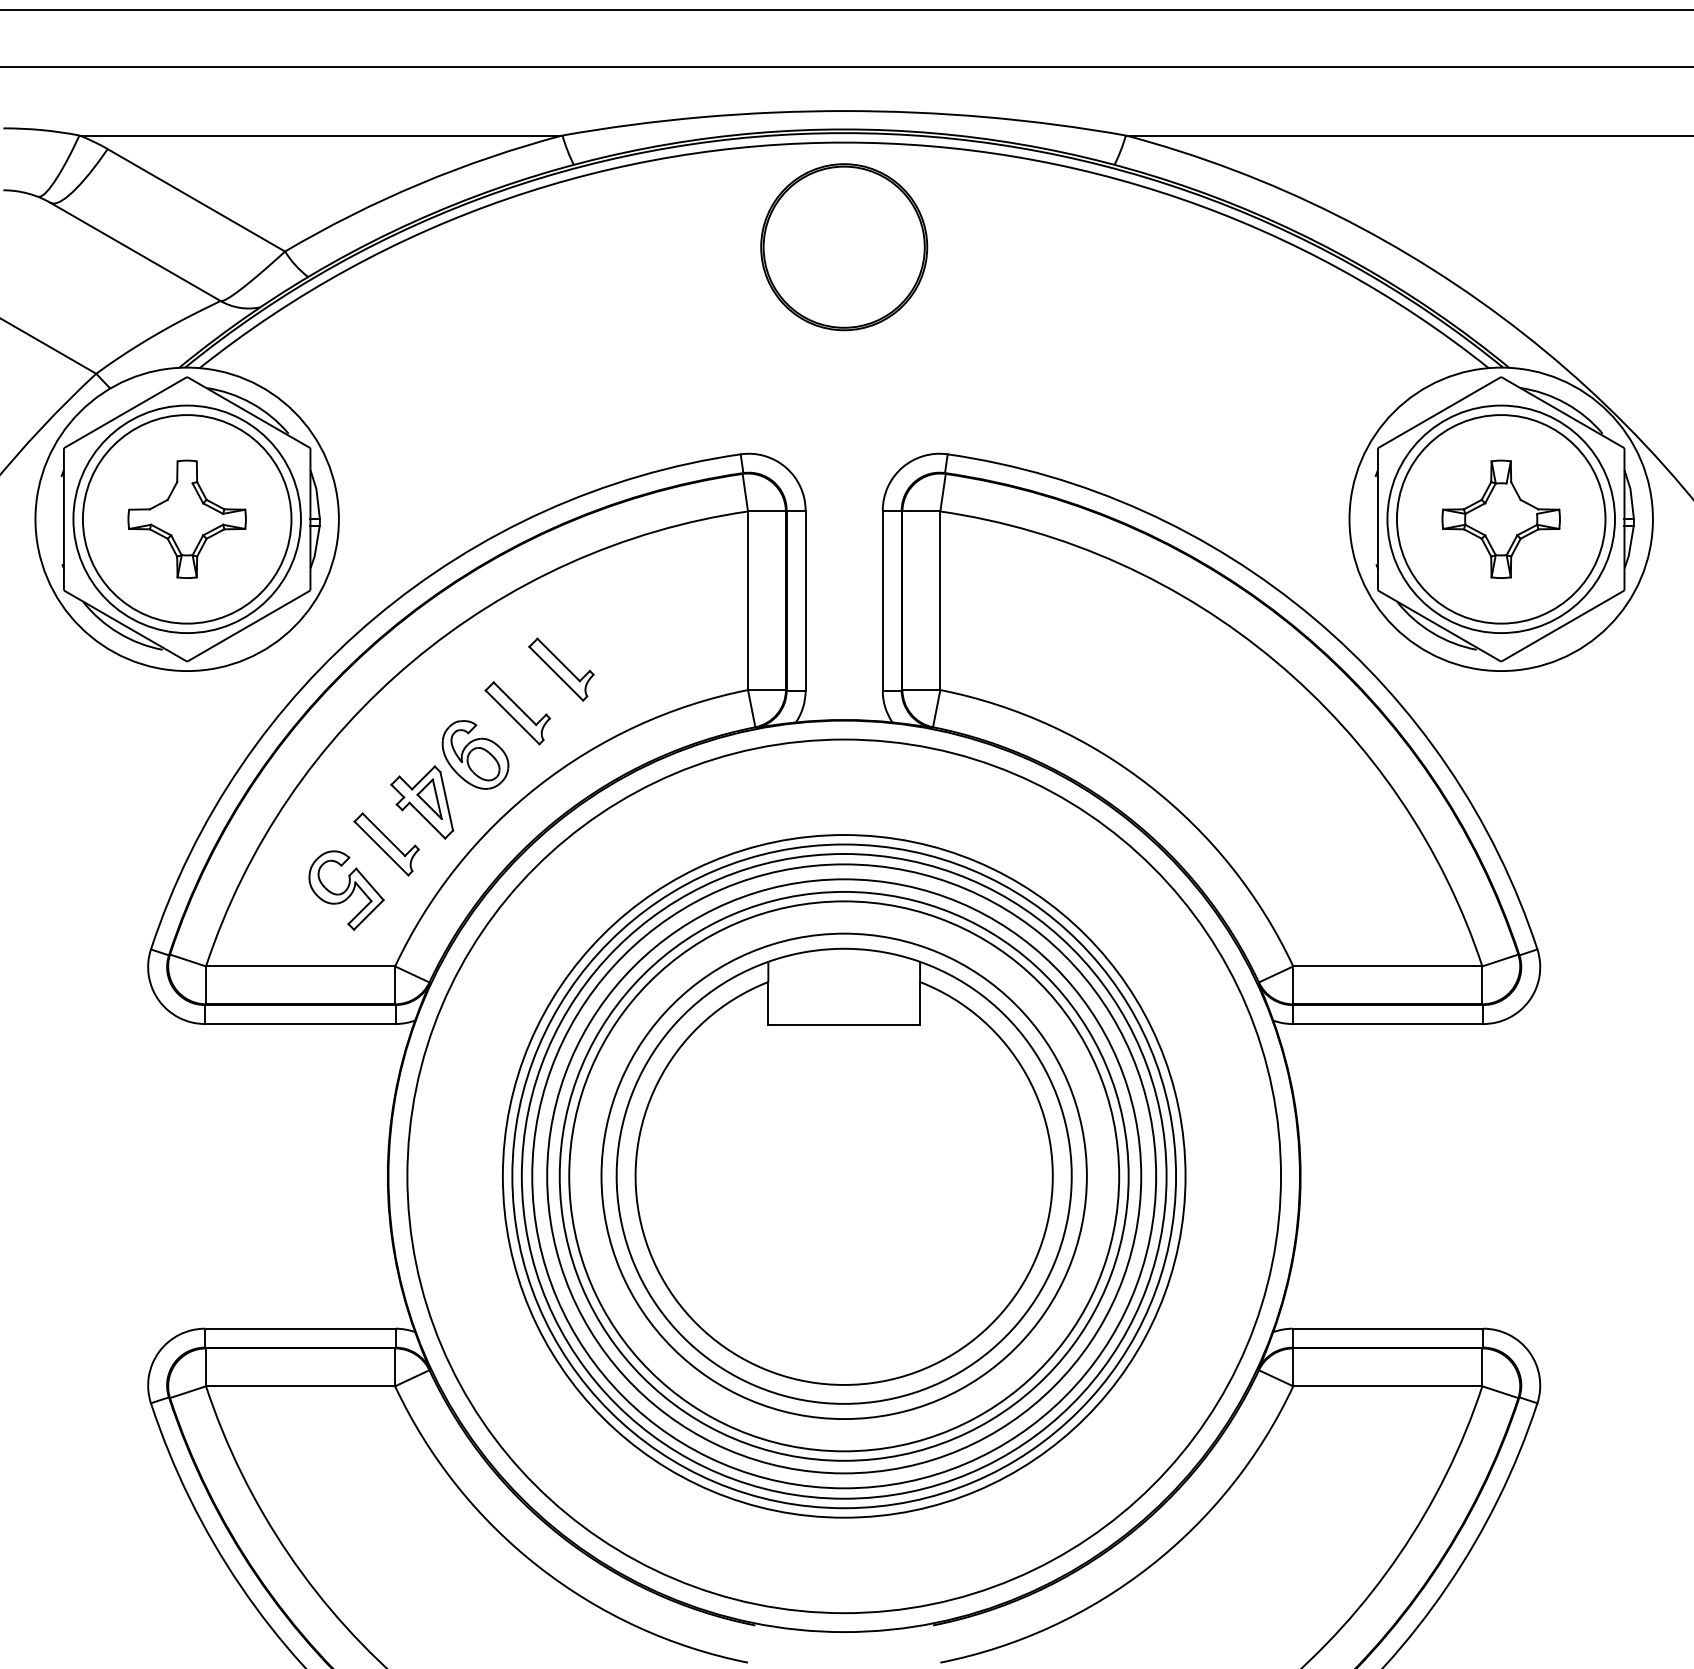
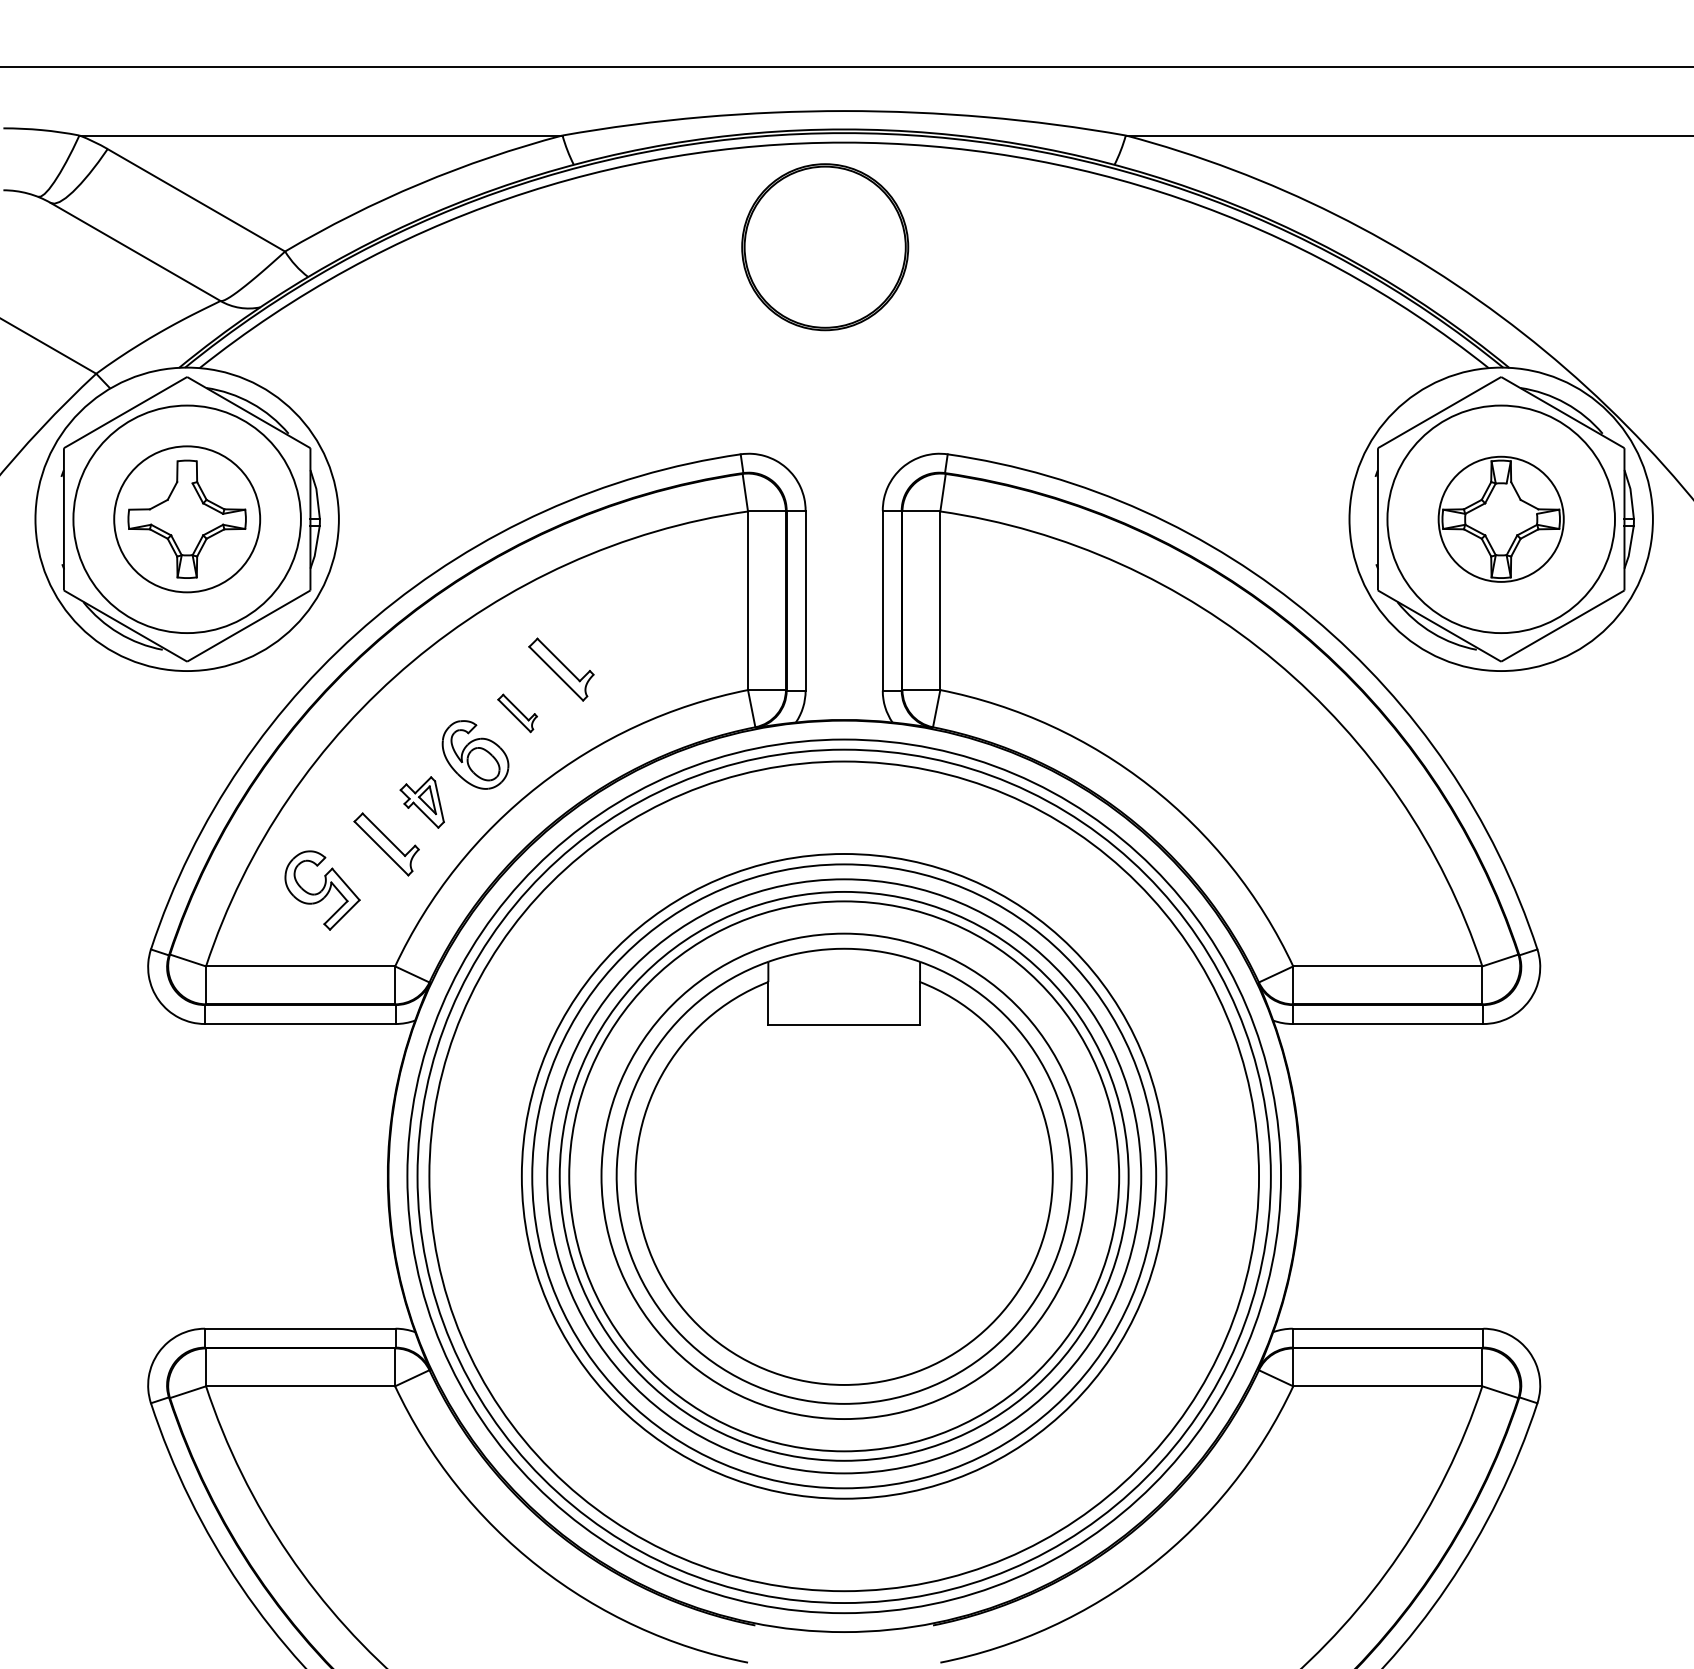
line at (846, 10): present -> none
part at (844, 247) position: (844, 247) -> (825, 247)
circle at (186, 519) diameter: 209 px -> 146 px
circle at (1500, 519) diameter: 209 px -> 125 px
part at (517, 713) size: 67x65 px -> 41x41 px
part at (422, 802) size: 65x75 px -> 46x53 px
part at (346, 890) position: (346, 890) -> (322, 890)
circle at (843, 1176) diameter: 683 px -> 853 px
circle at (844, 1176) diameter: 664 px -> 830 px
